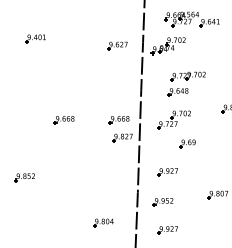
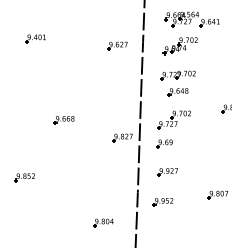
part at (167, 46) position: (167, 46) -> (179, 46)
part at (187, 76) position: (187, 76) -> (177, 75)
part at (118, 120): present -> none
part at (187, 143) position: (187, 143) -> (164, 143)
part at (167, 230): present -> none
